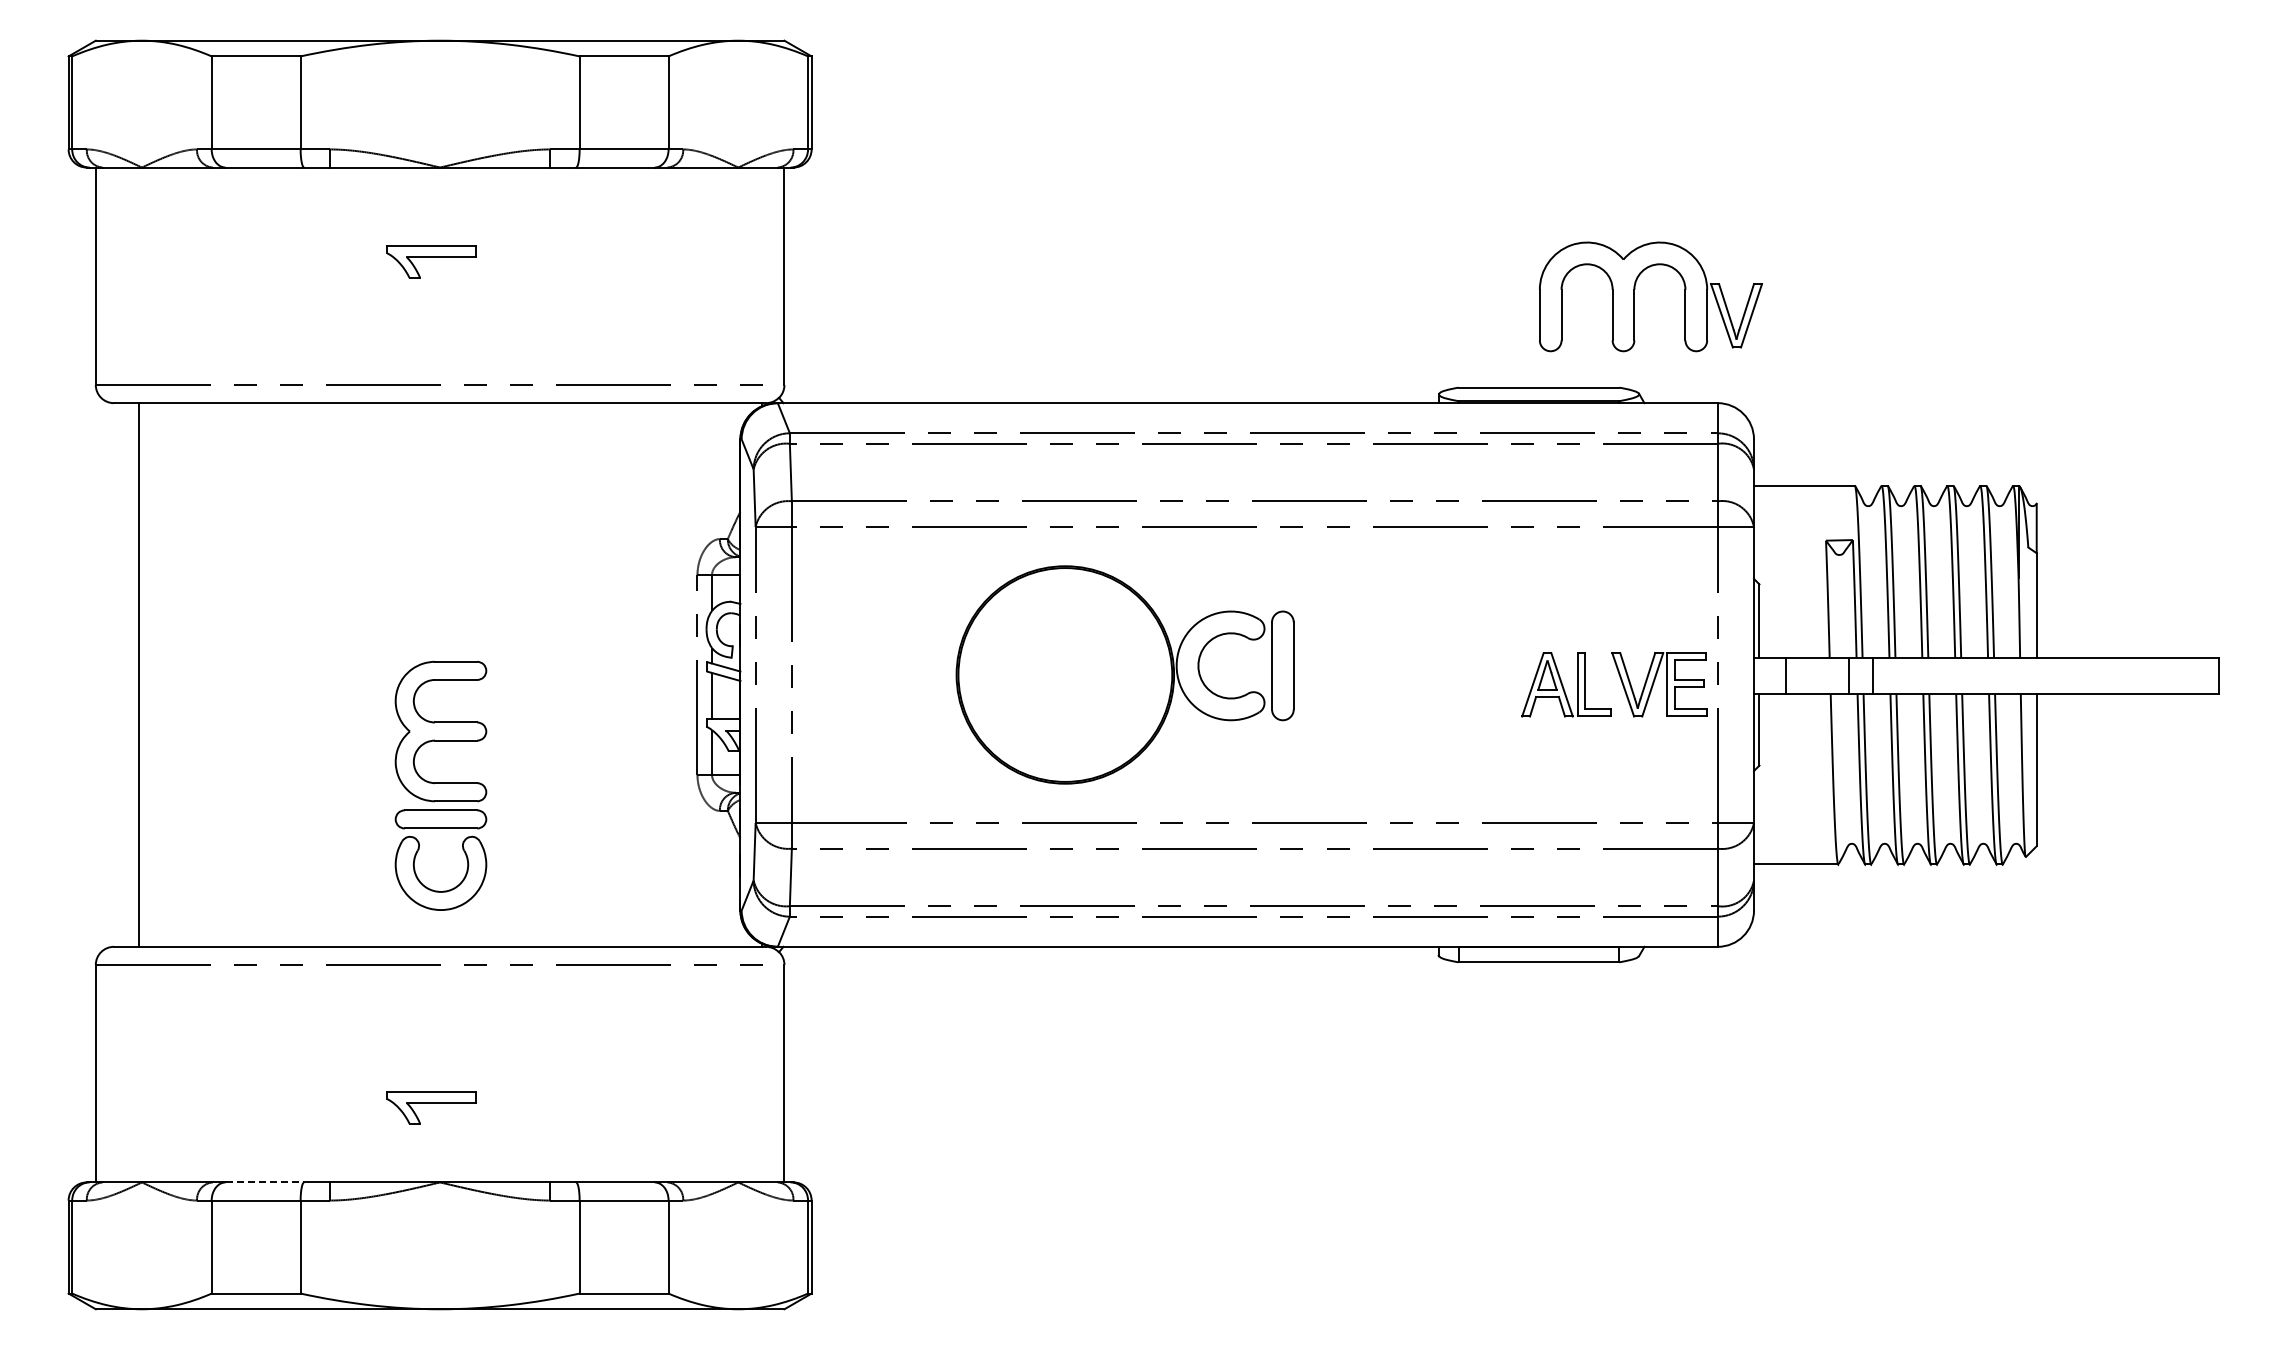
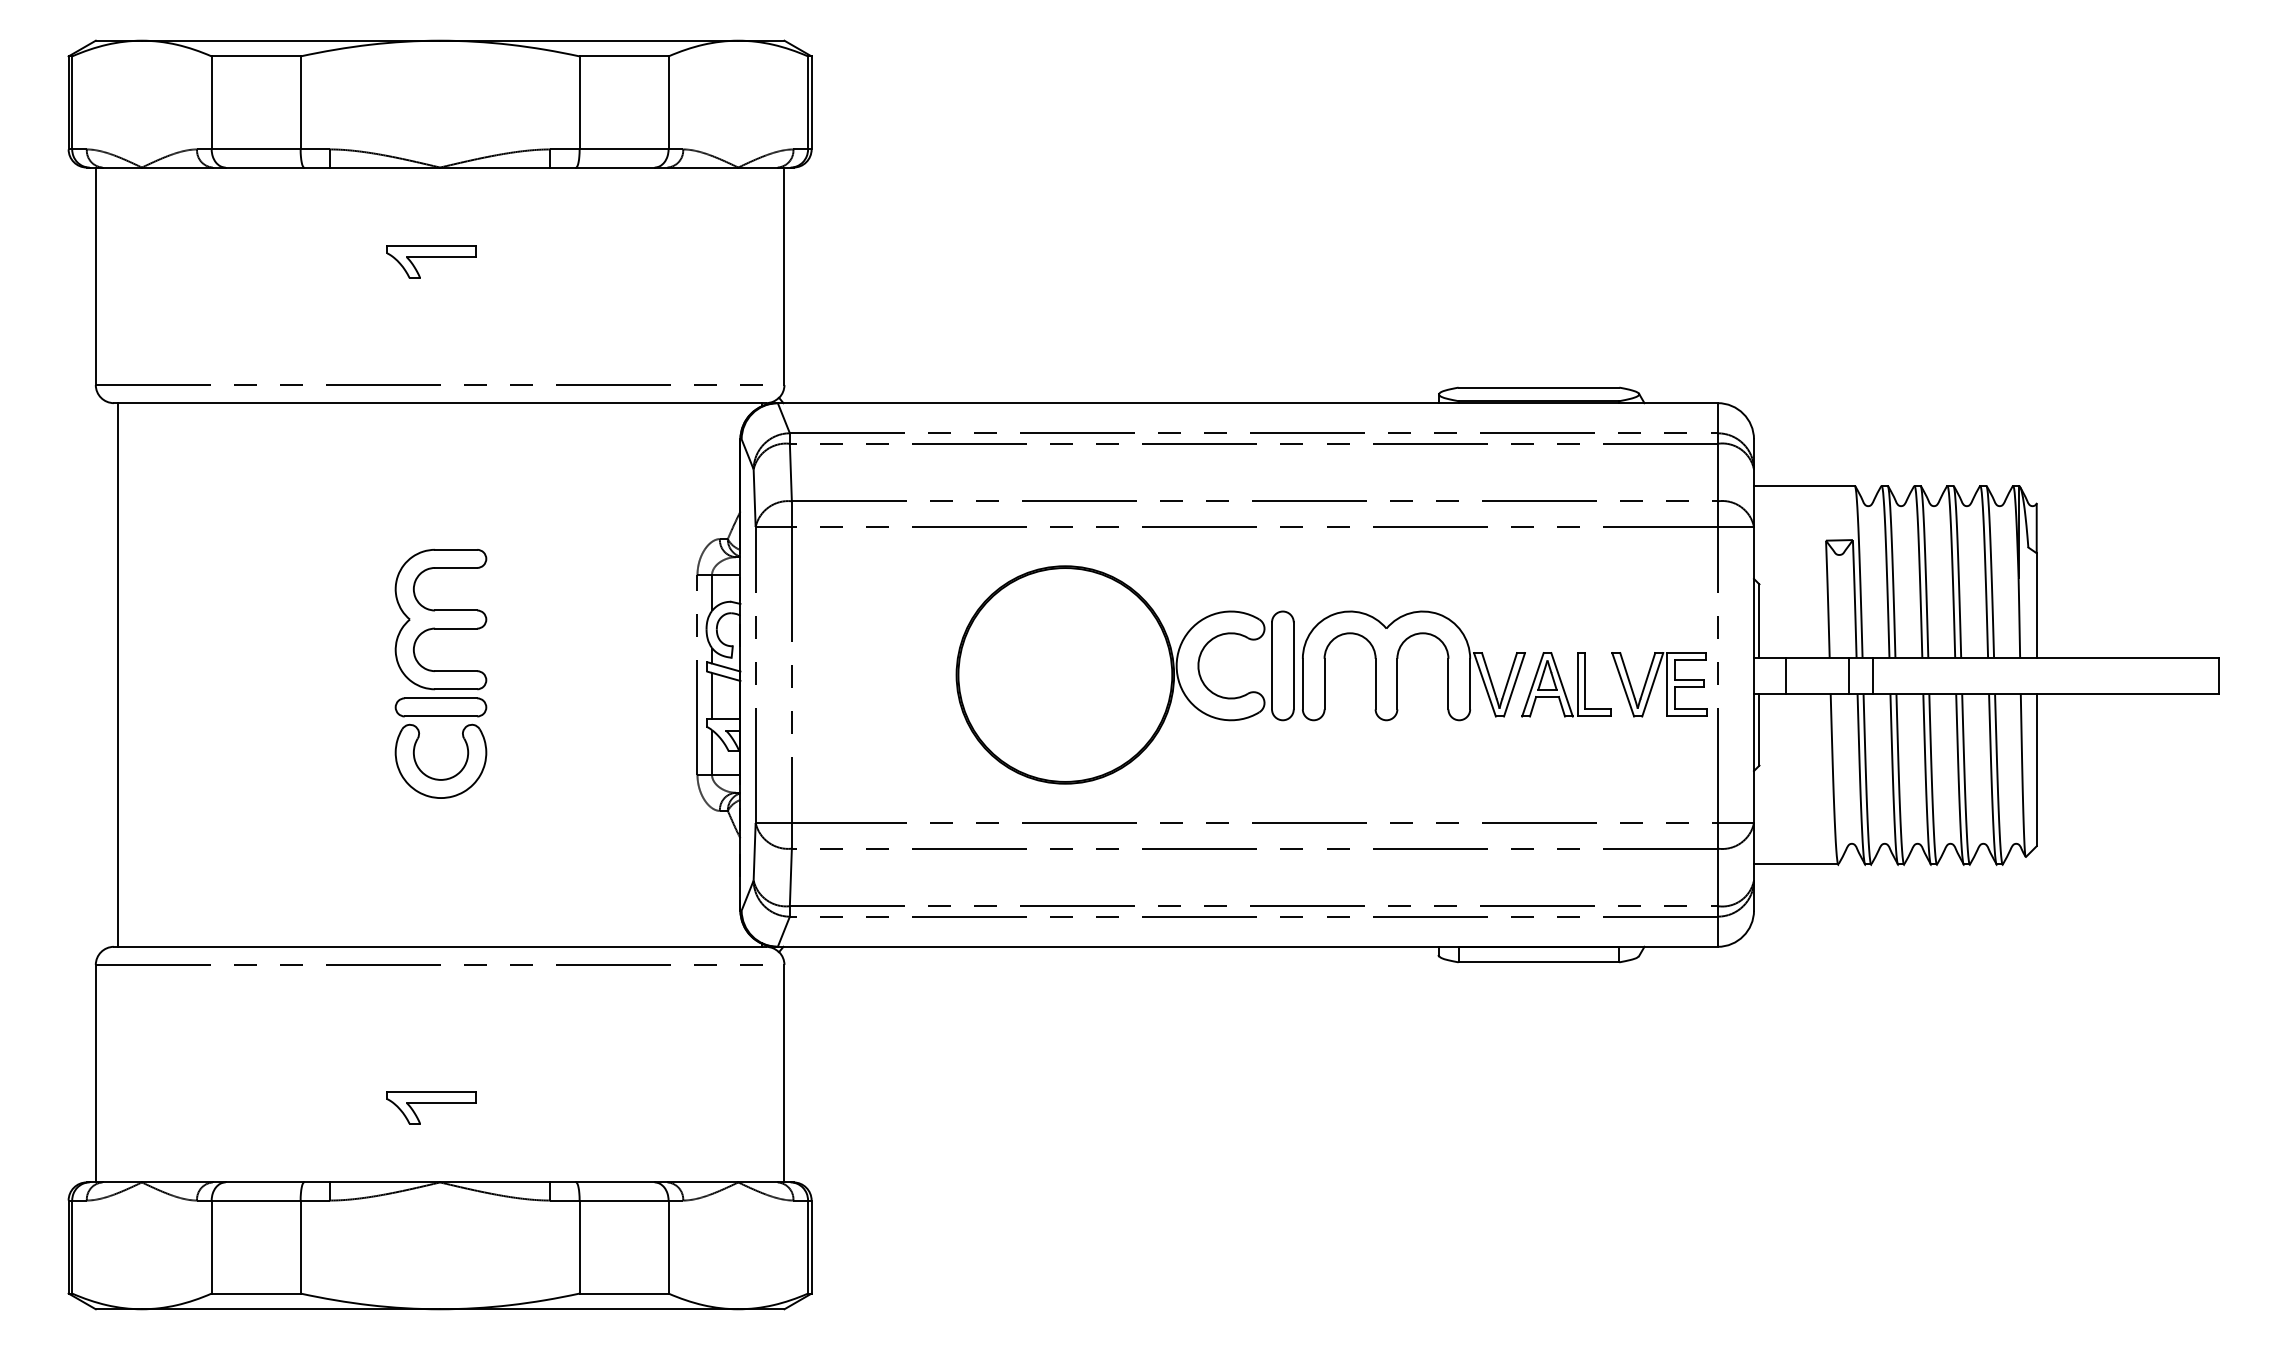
part at (1634, 296) position: (1634, 296) -> (1397, 665)
line at (139, 674) position: (139, 674) -> (118, 674)
part at (440, 785) position: (440, 785) -> (440, 673)
line at (265, 1182): dashed -> solid
